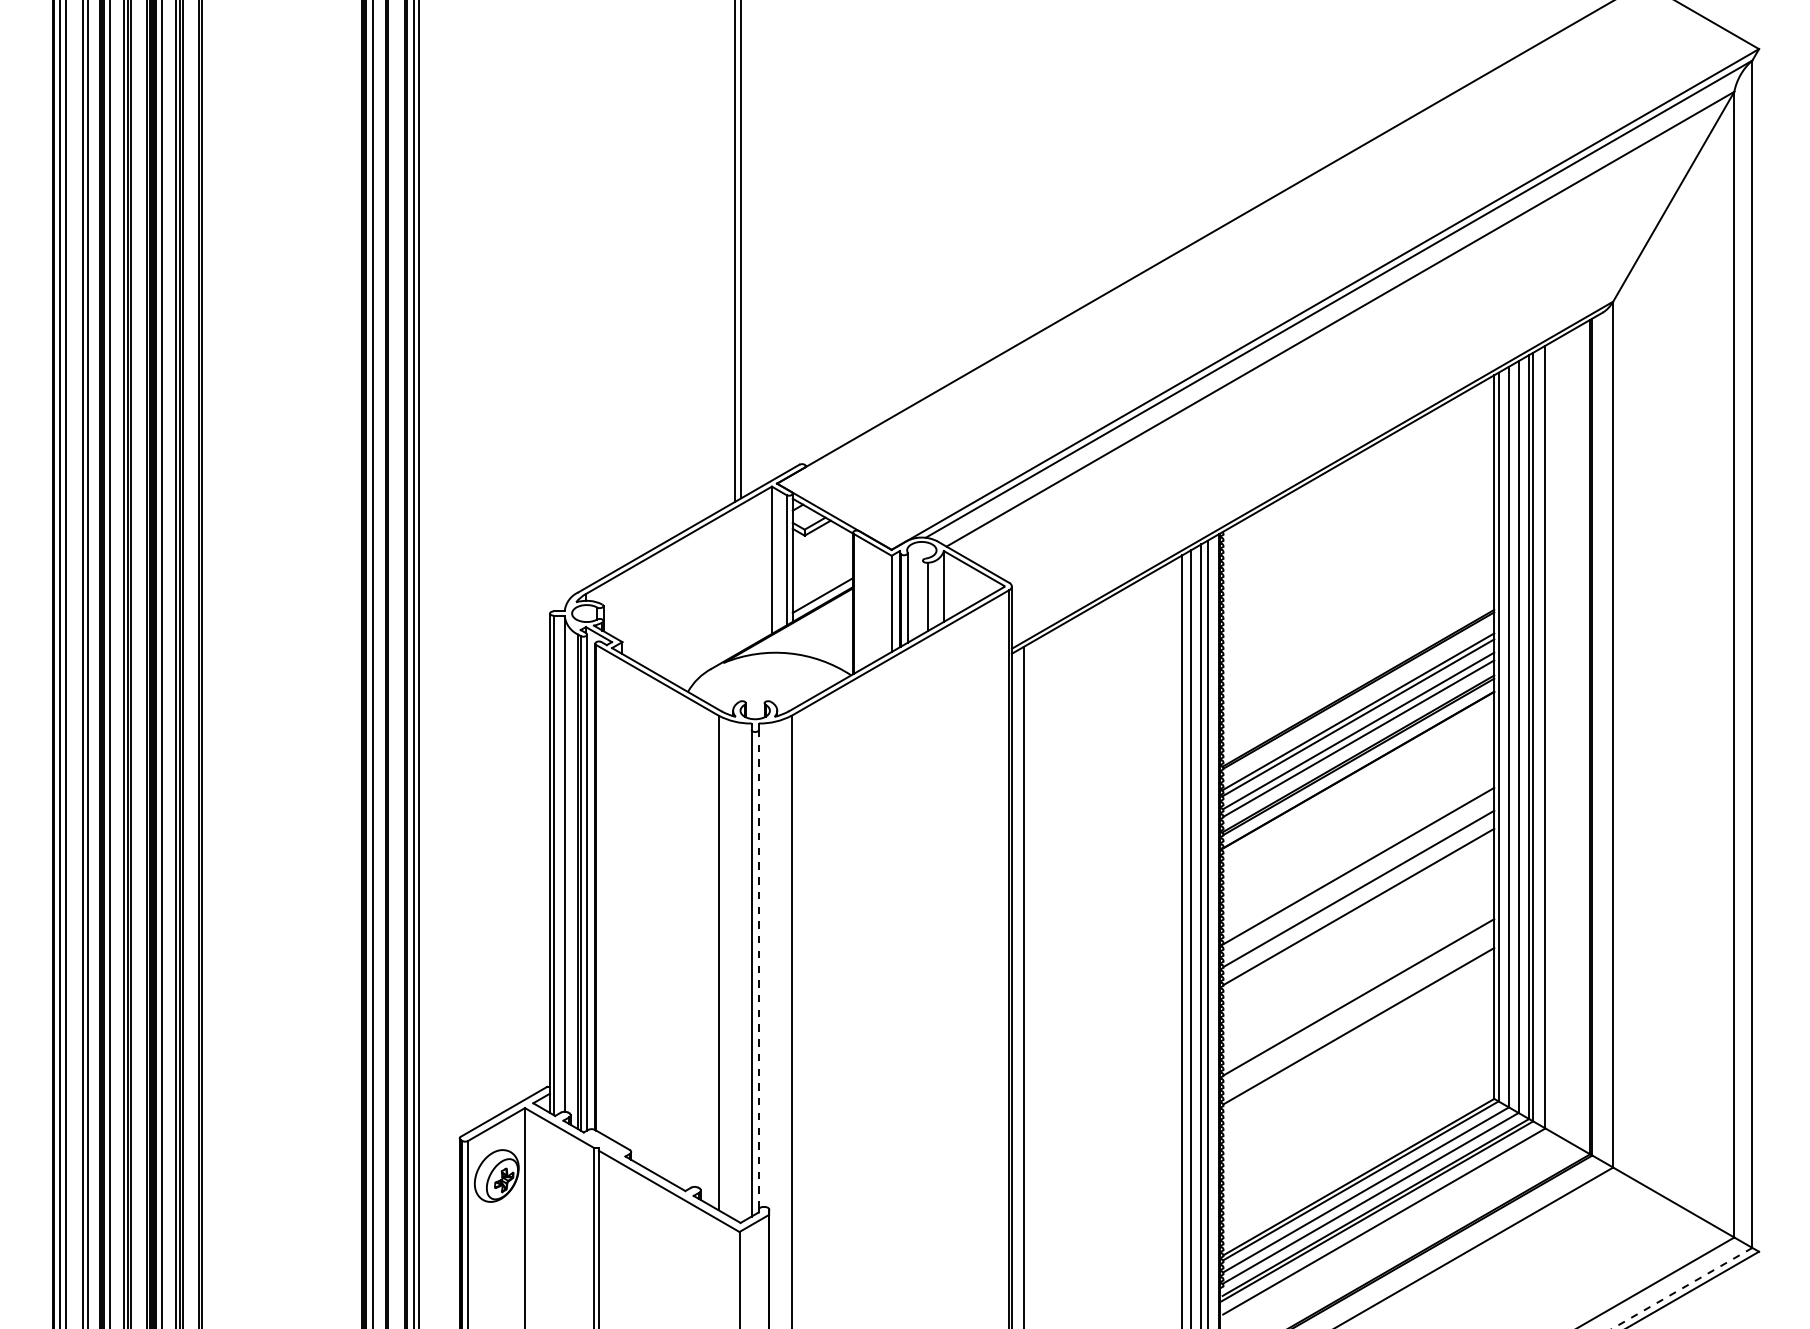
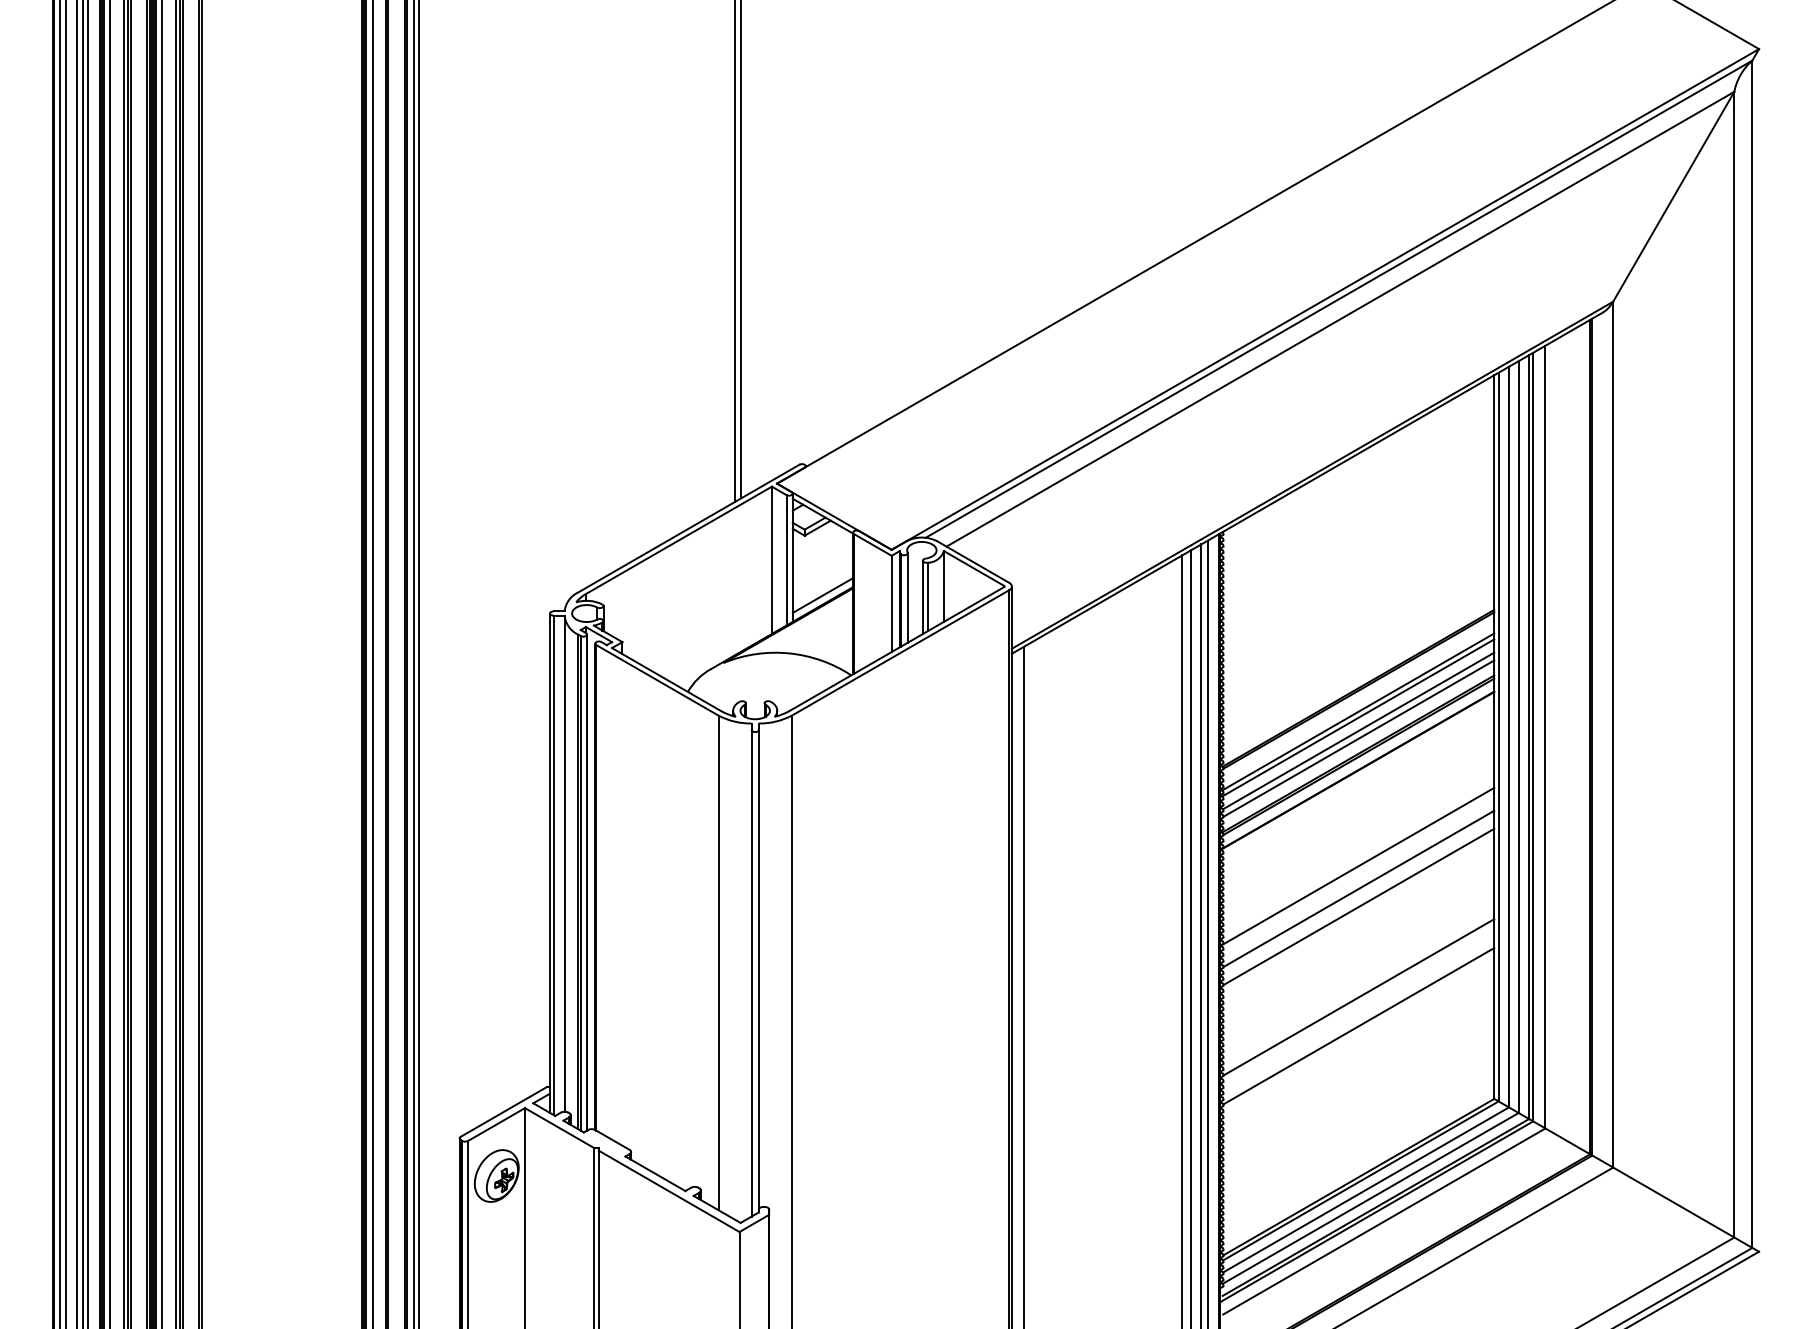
line at (922, 596): none -> present
line at (77, 663): none -> present
line at (758, 970): dashed -> solid
line at (1682, 1288): dashed -> solid
